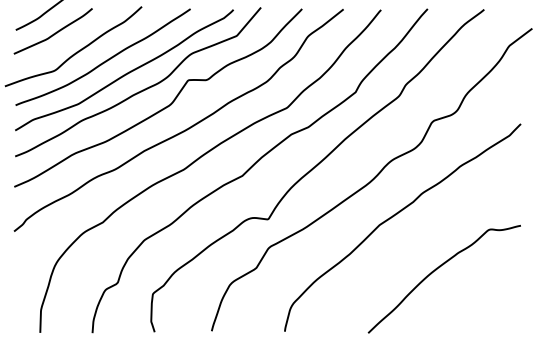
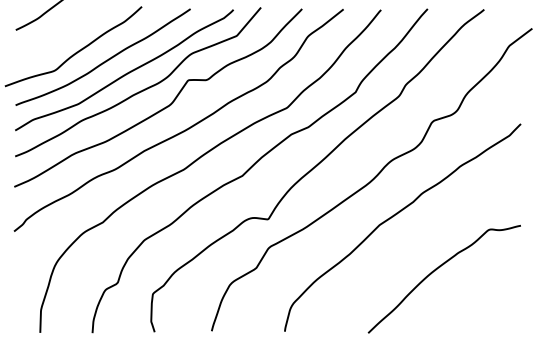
curve at (53, 33): present -> none
